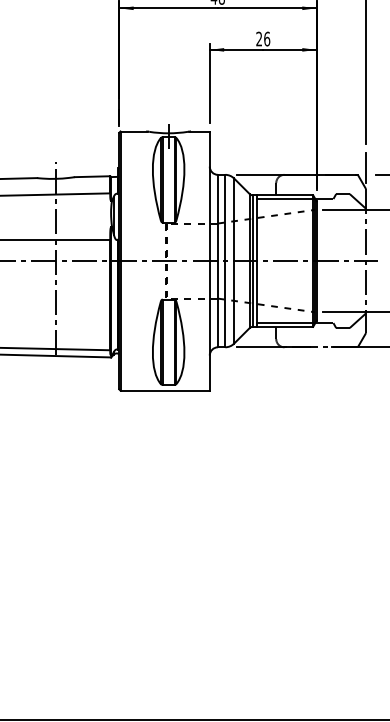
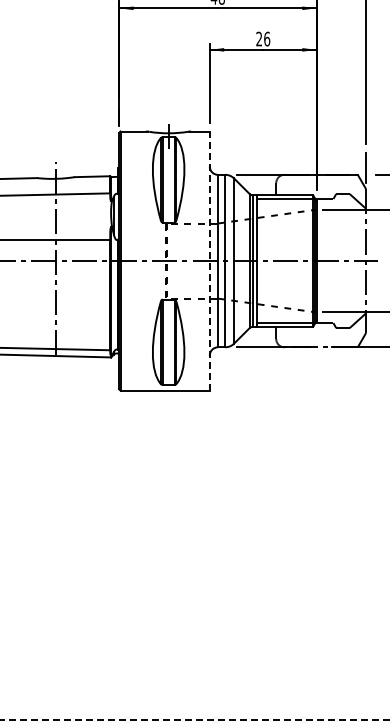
line at (209, 261): solid -> dashed
line at (194, 720): solid -> dashed
